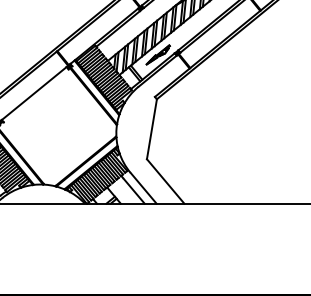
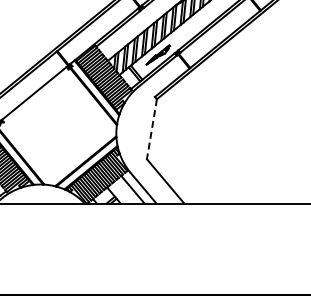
line at (151, 129): solid -> dashed
